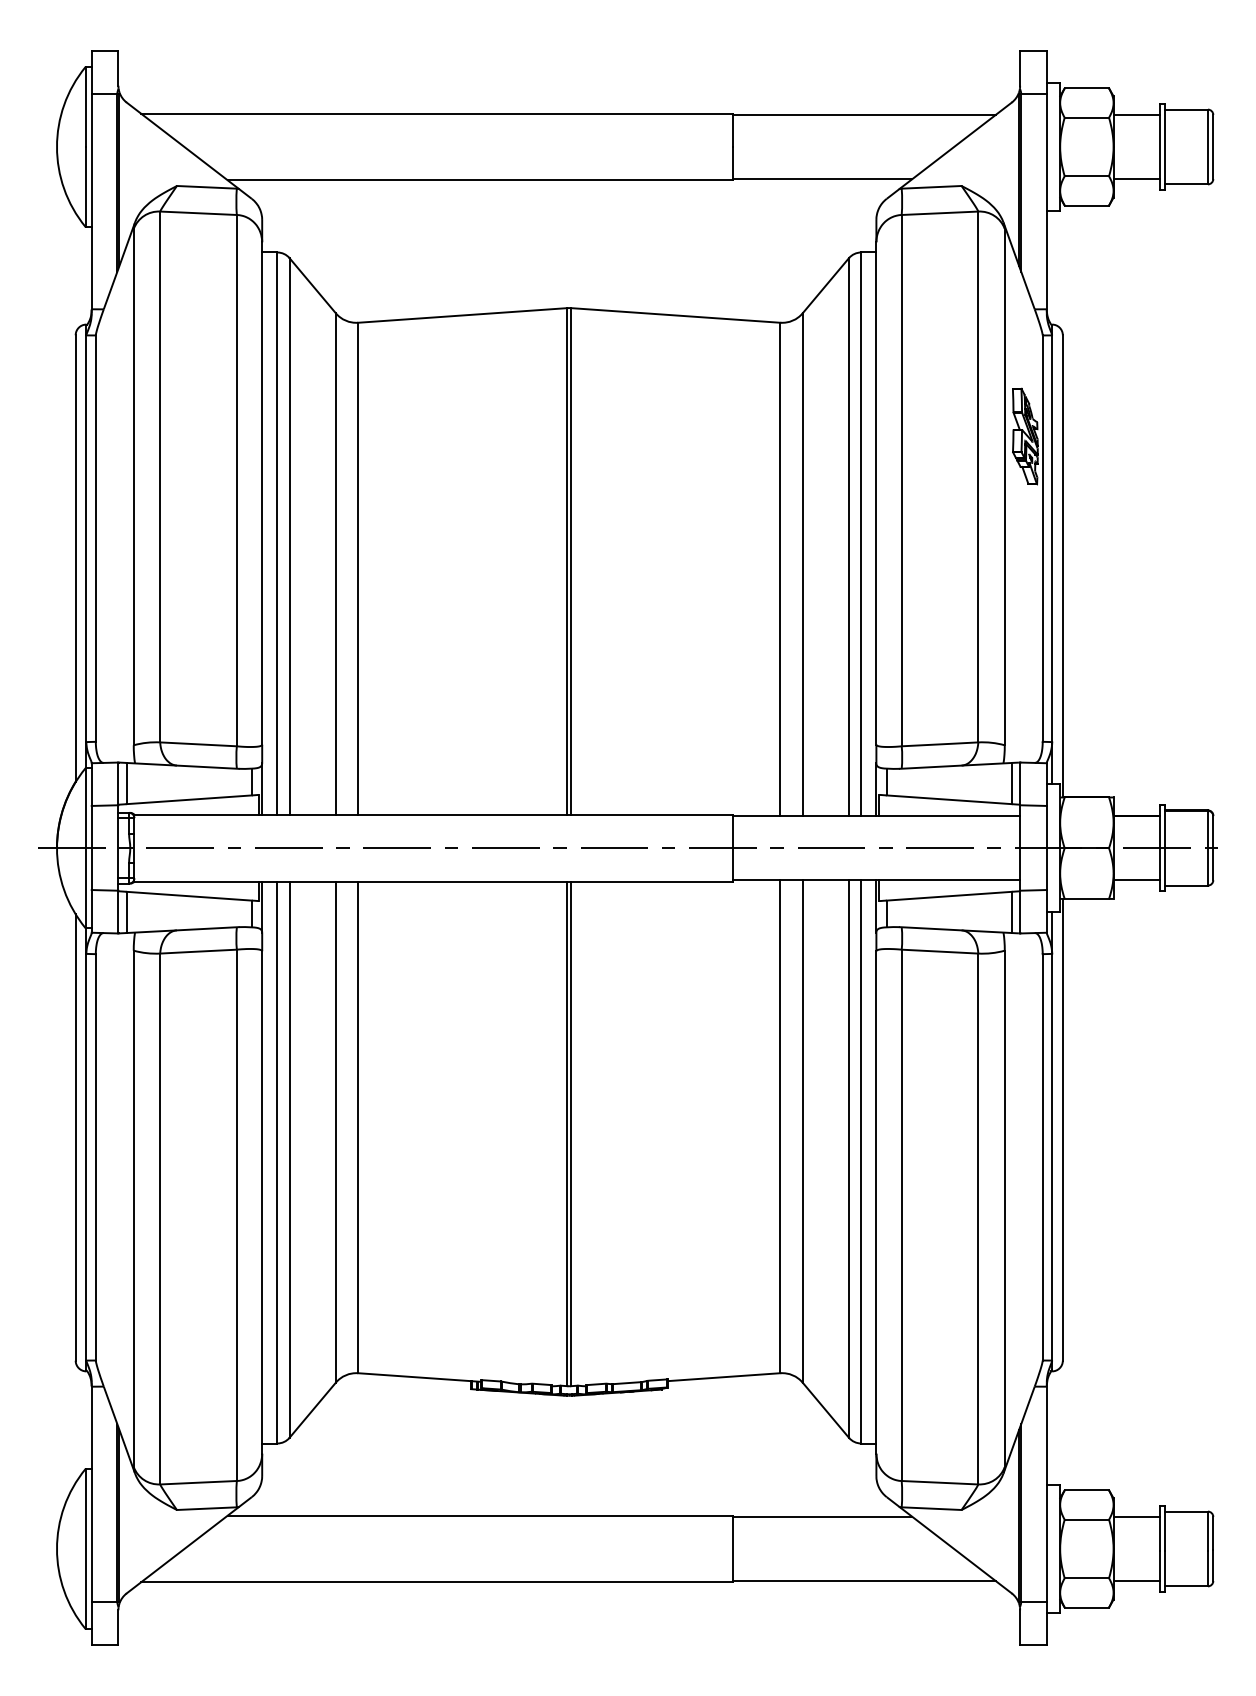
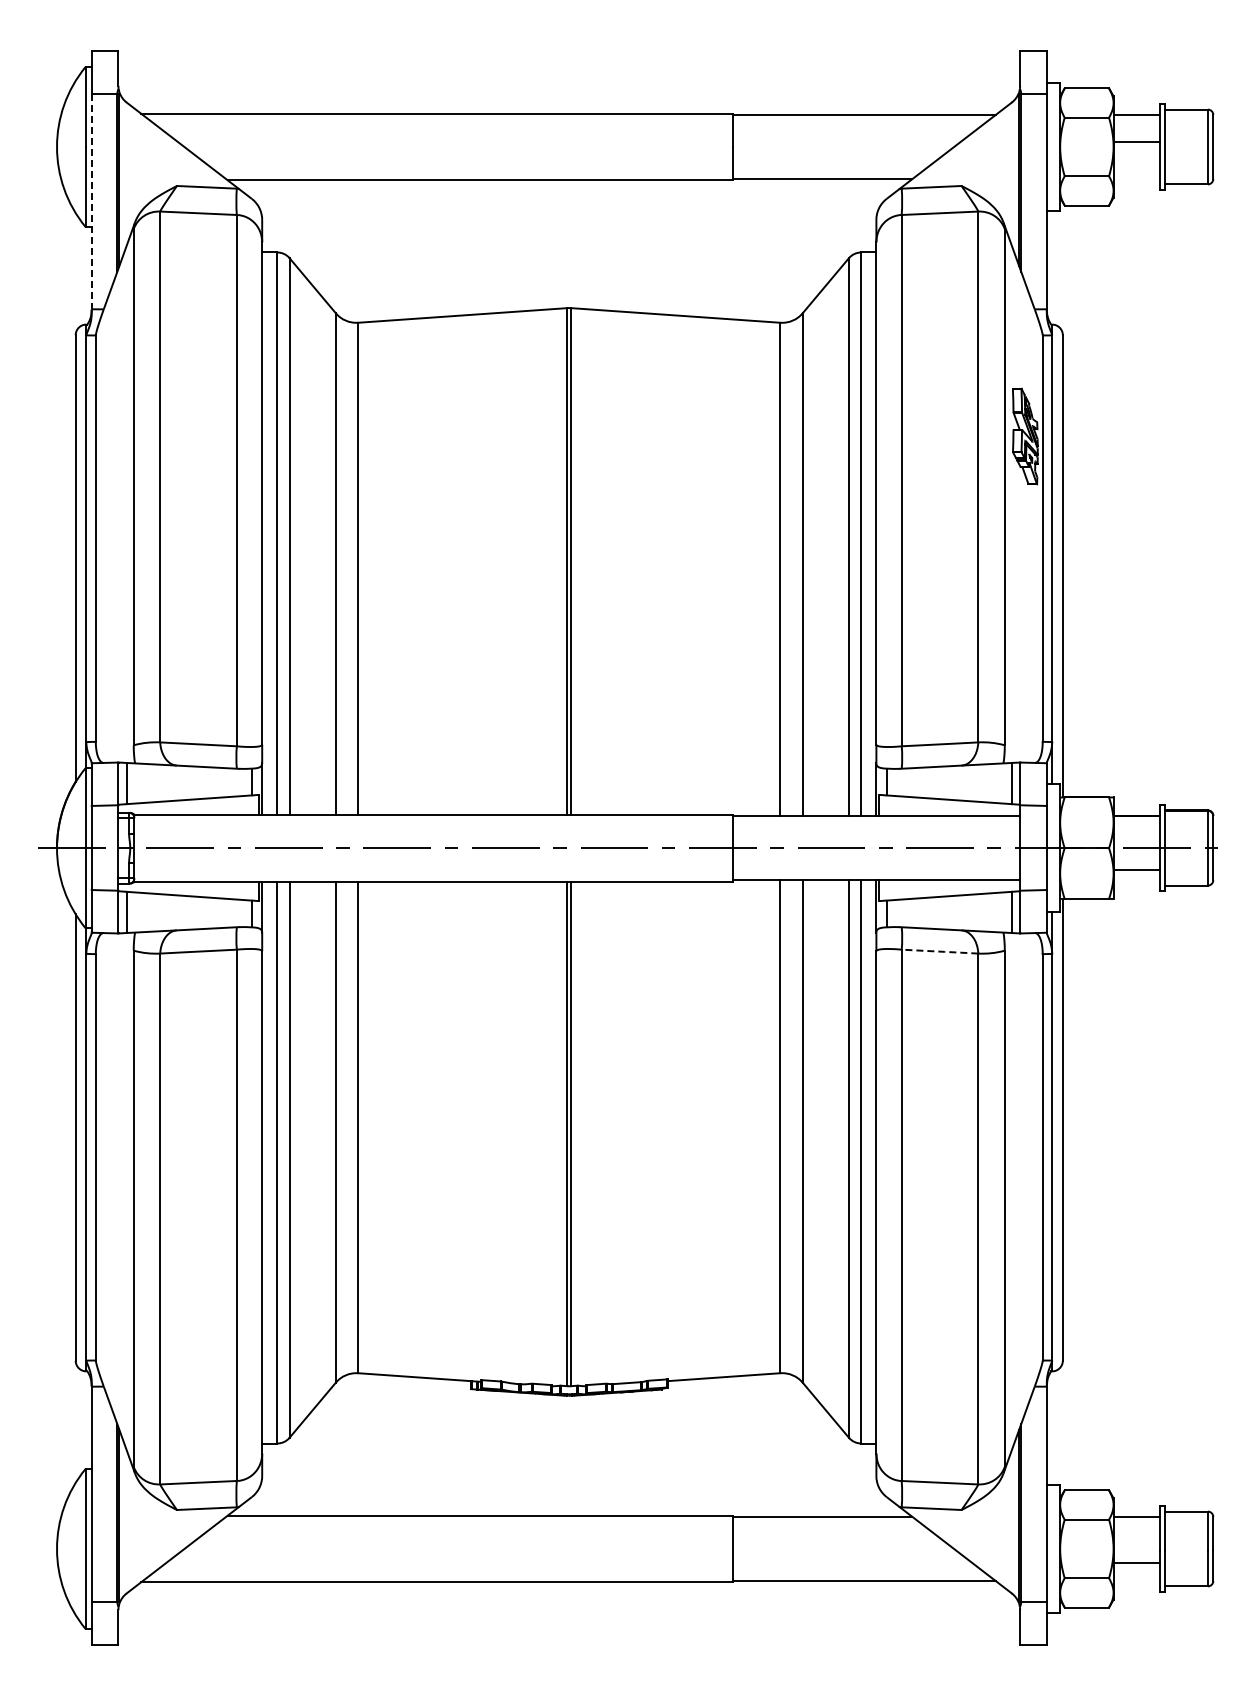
line at (1136, 179) position: (1136, 179) -> (1136, 142)
line at (91, 201): solid -> dashed
line at (1136, 880) position: (1136, 880) -> (1136, 870)
line at (939, 951): solid -> dashed
line at (1136, 1581) position: (1136, 1581) -> (1136, 1563)
